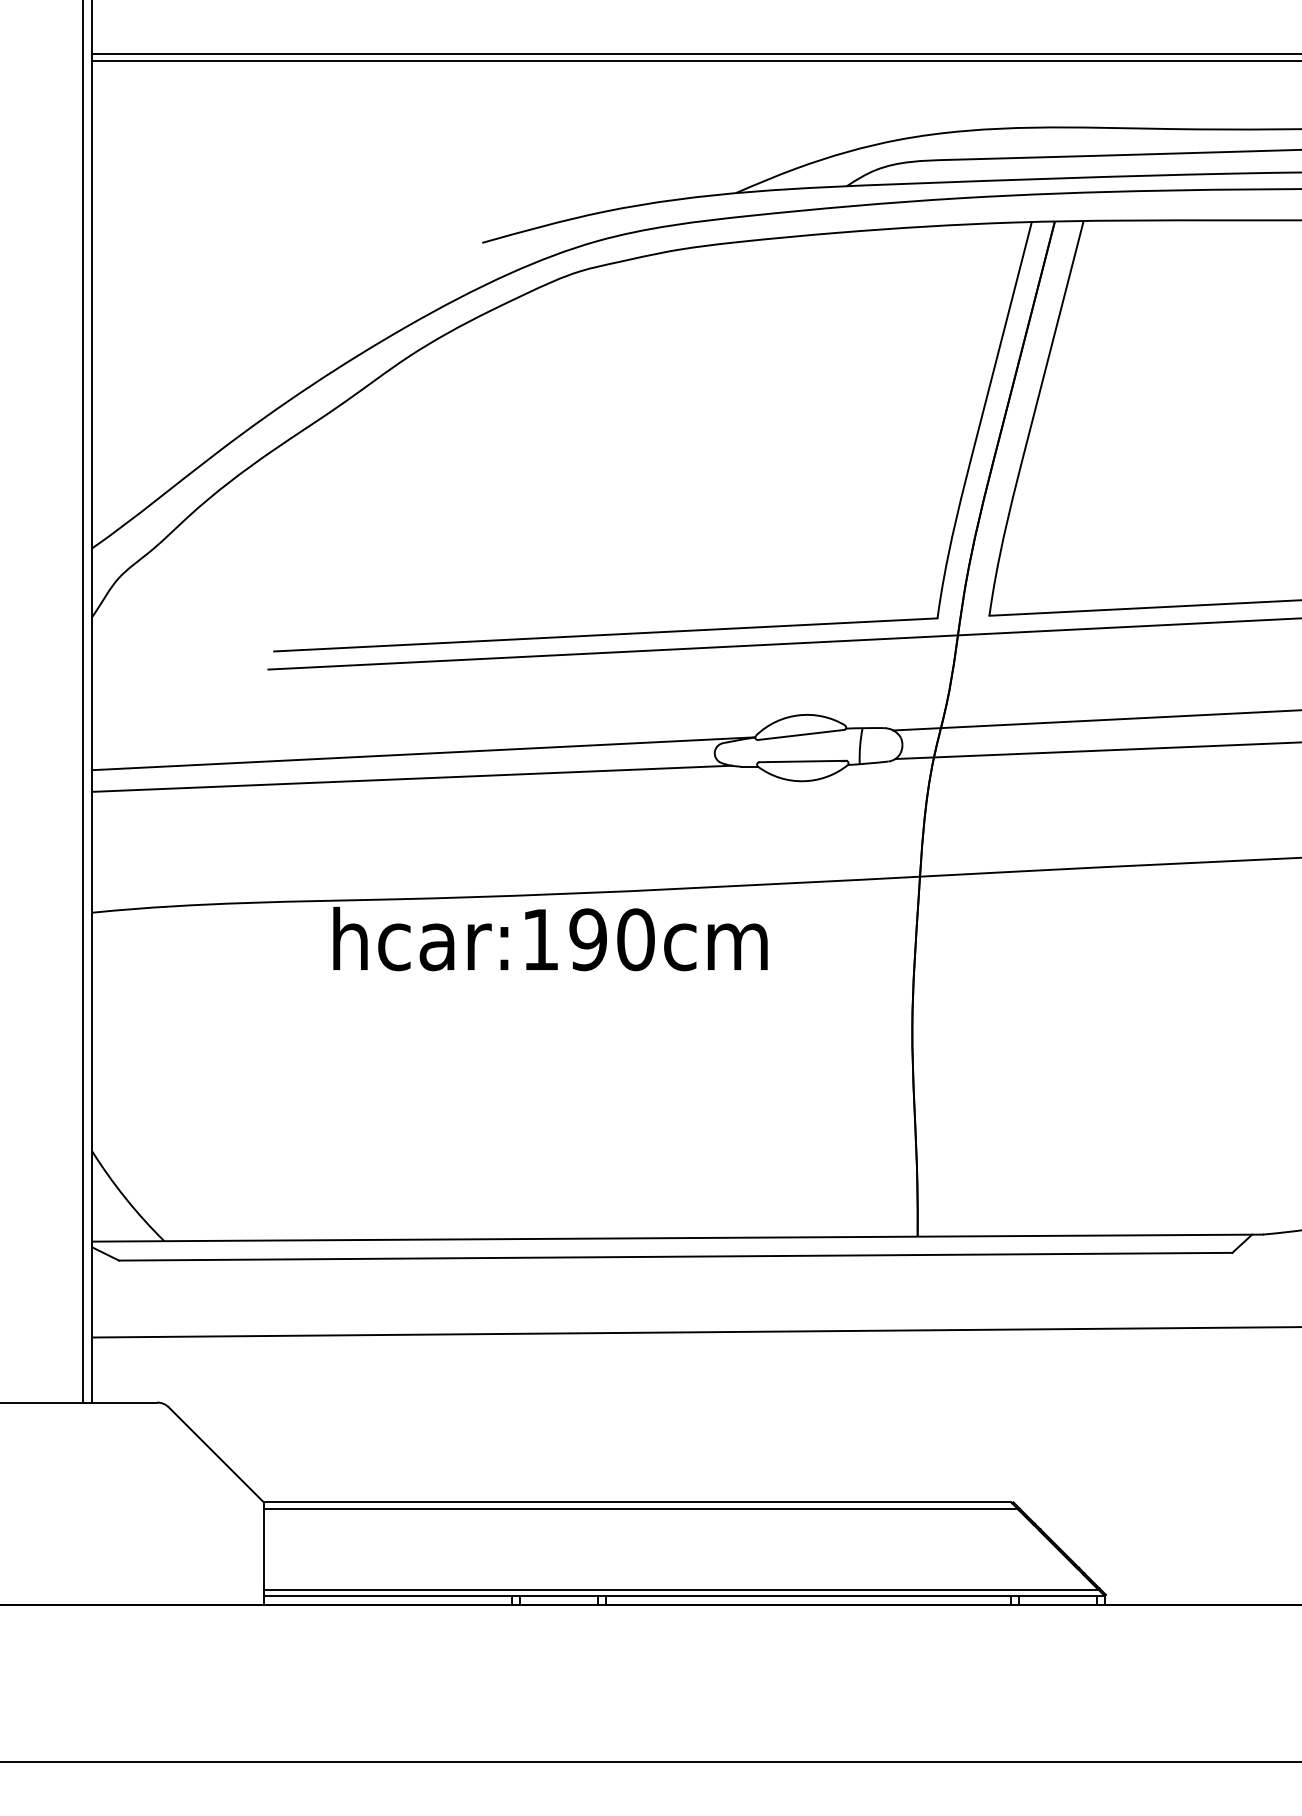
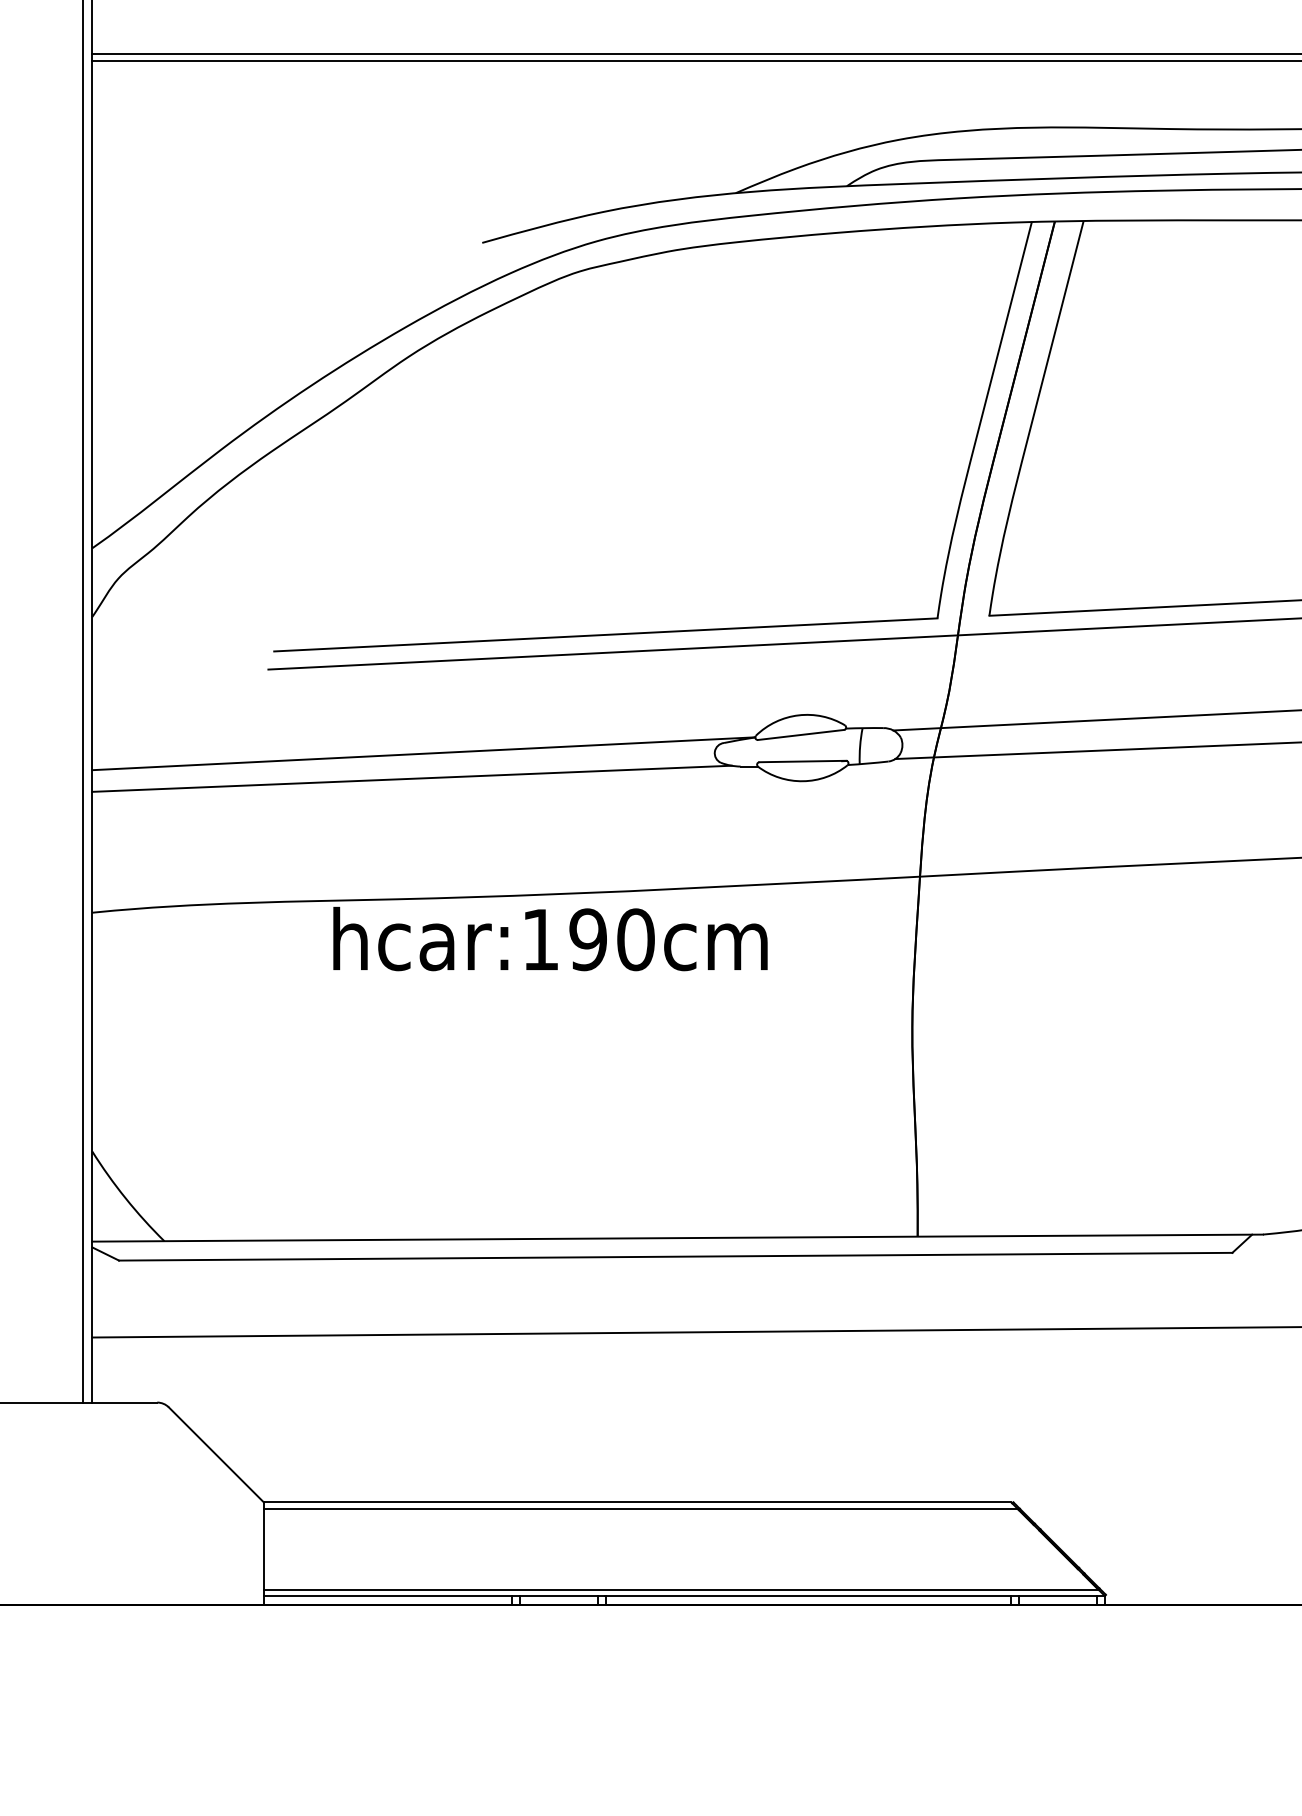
line at (650, 1761): present -> none
